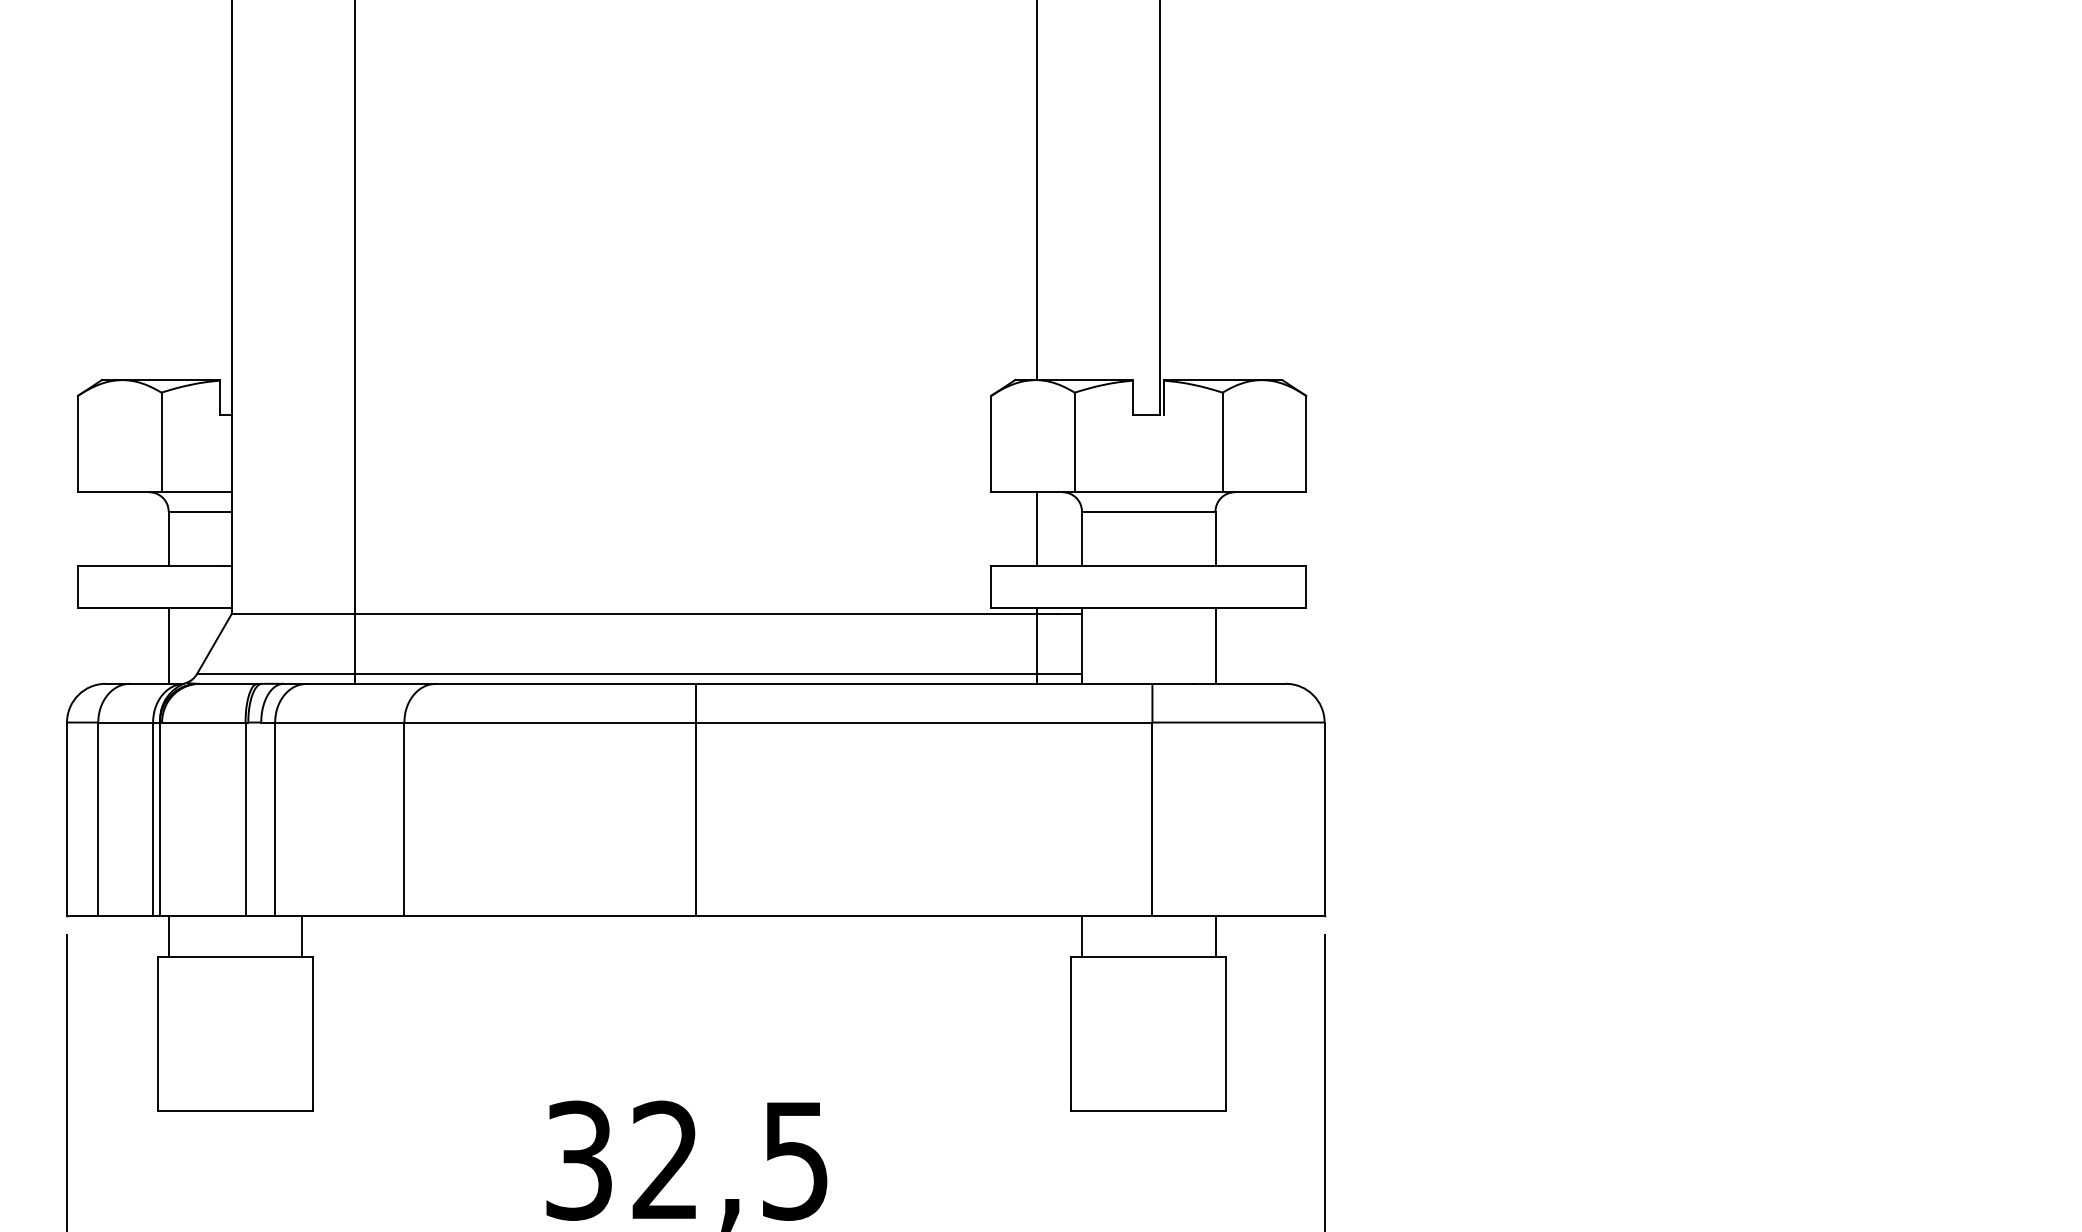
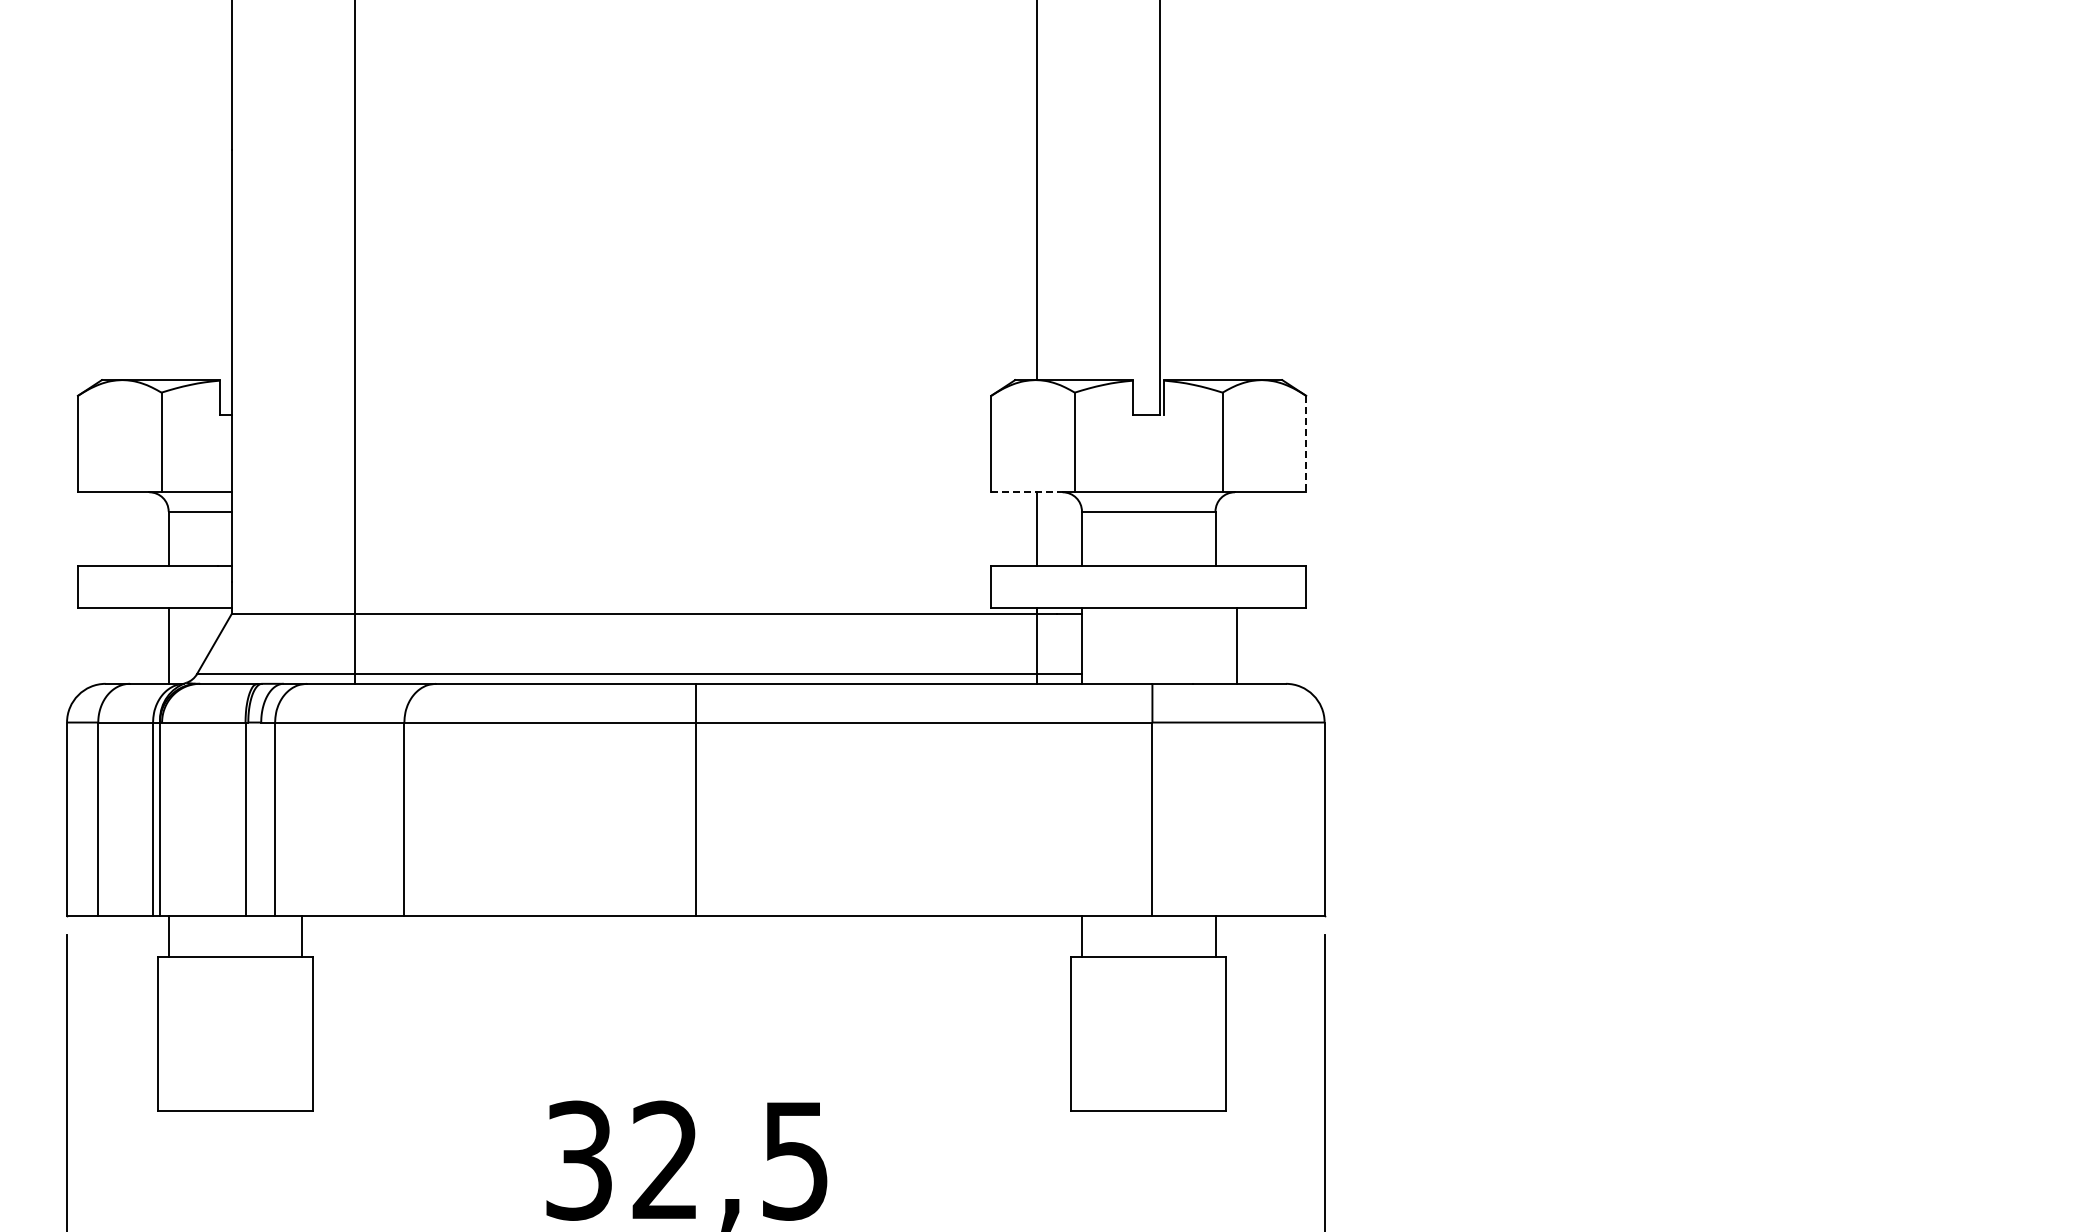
line at (1306, 444): solid -> dashed
line at (1026, 492): solid -> dashed
line at (1215, 645) position: (1215, 645) -> (1236, 645)
